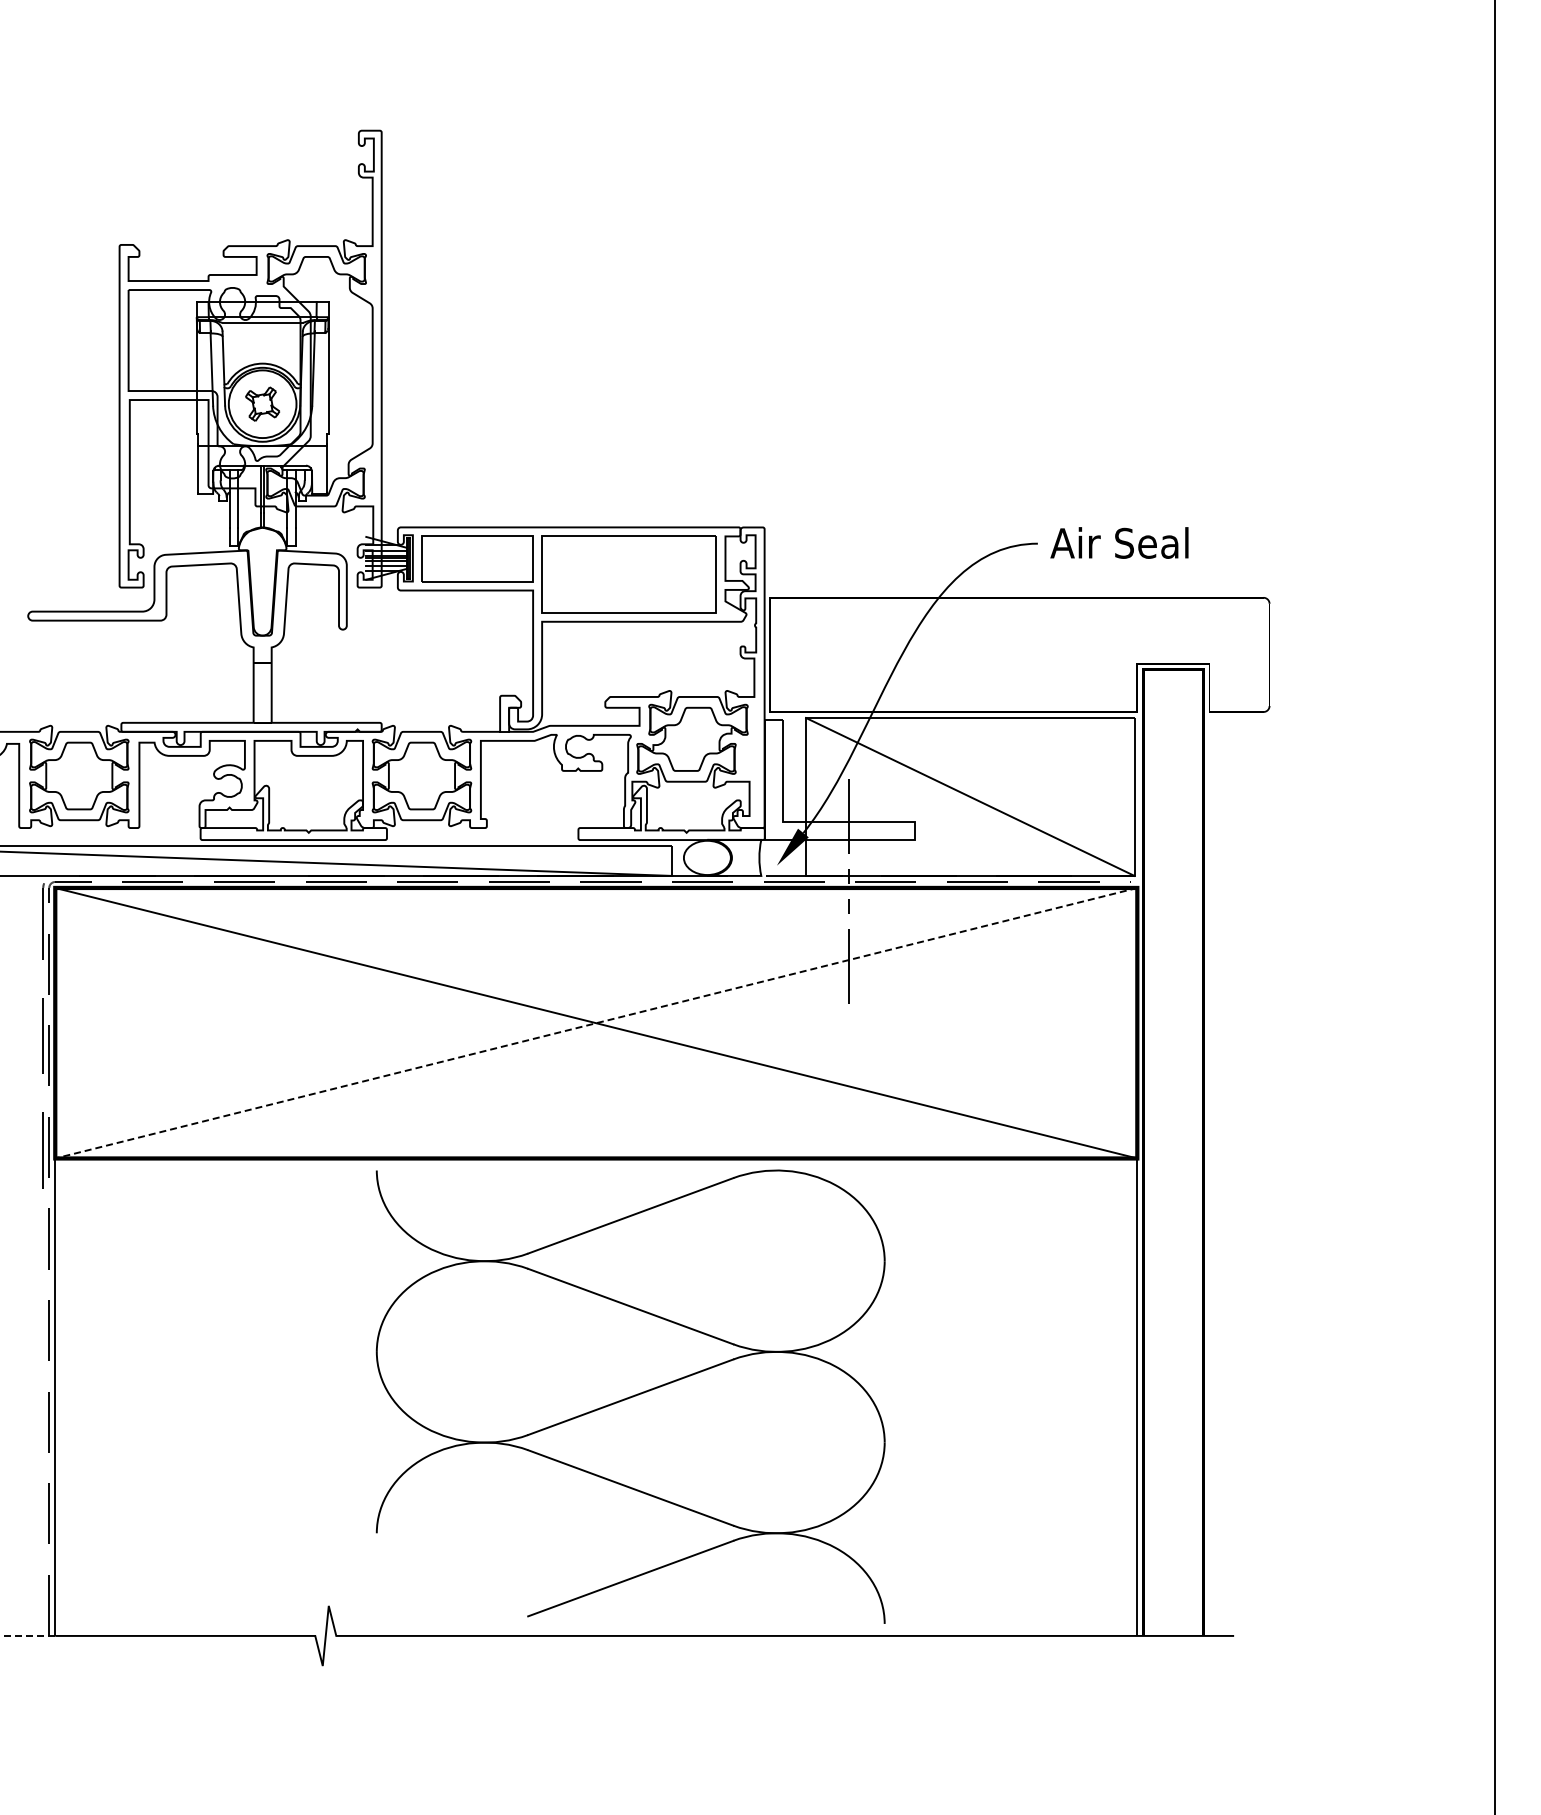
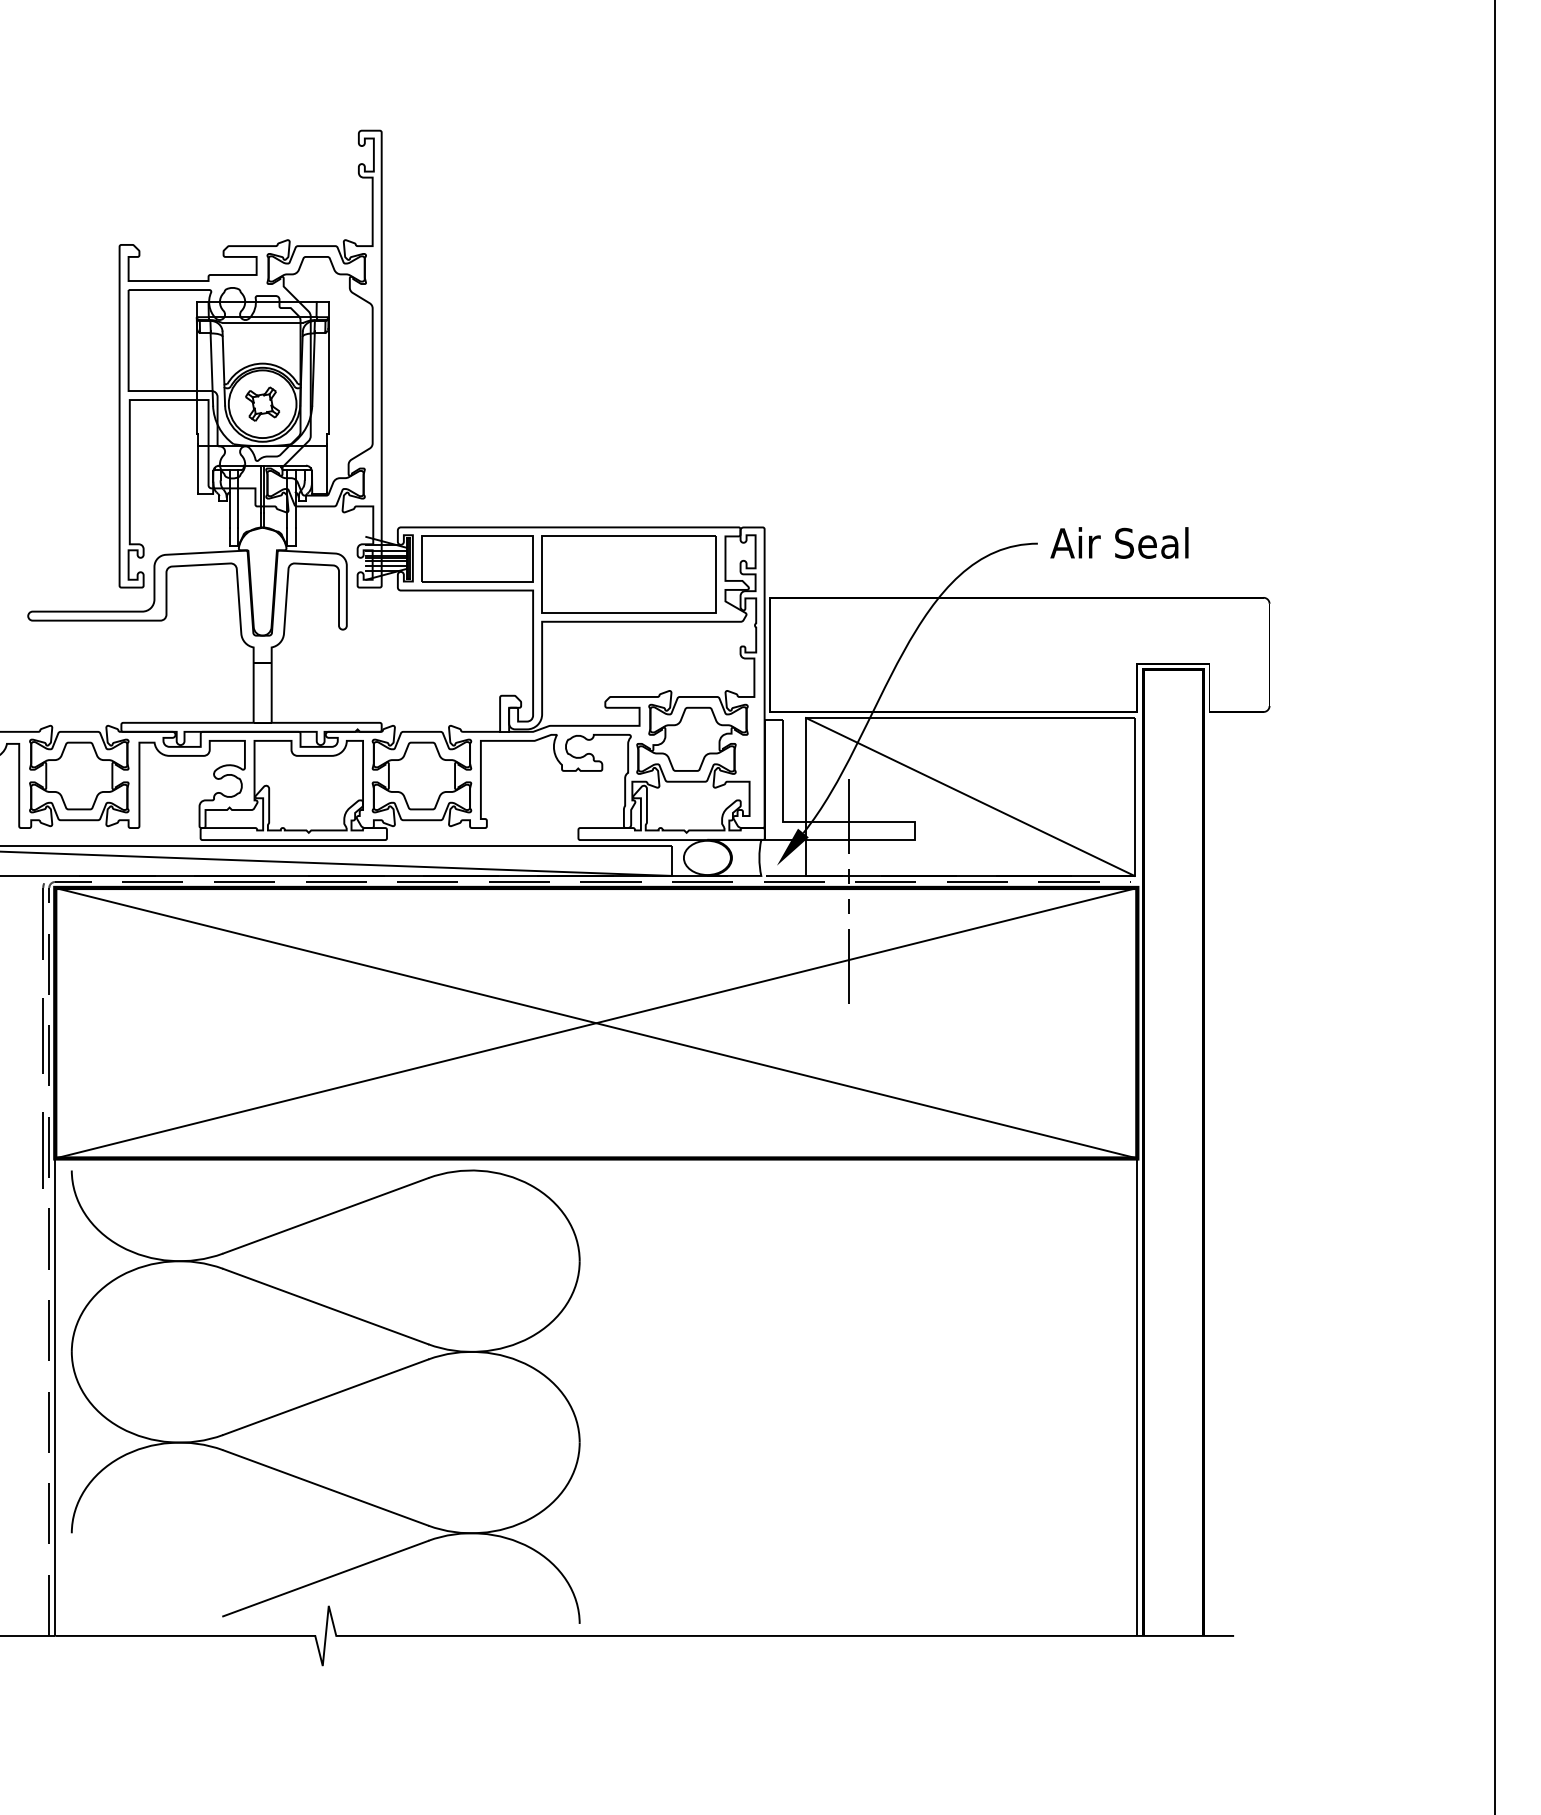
line at (596, 1023): dashed -> solid
part at (630, 1396) position: (630, 1396) -> (325, 1396)
line at (27, 1635): dashed -> solid
